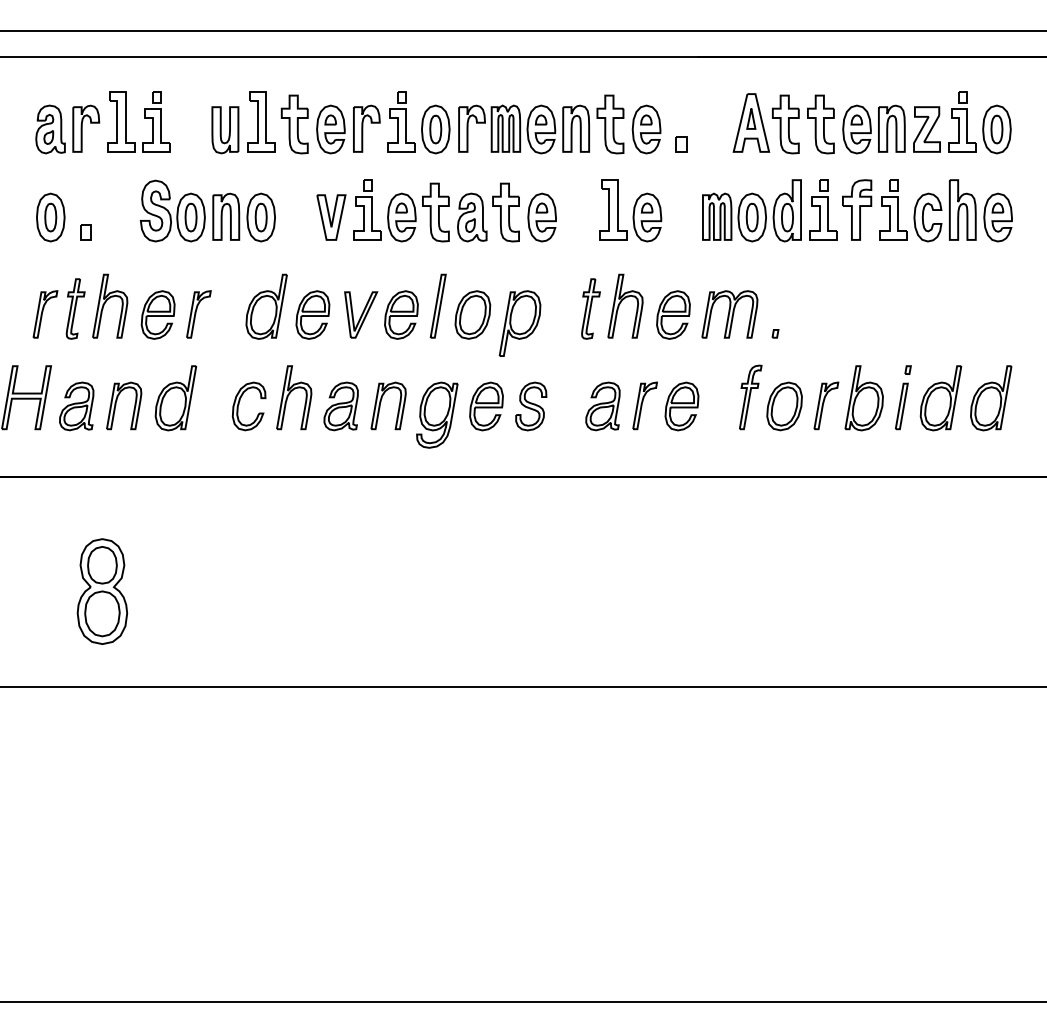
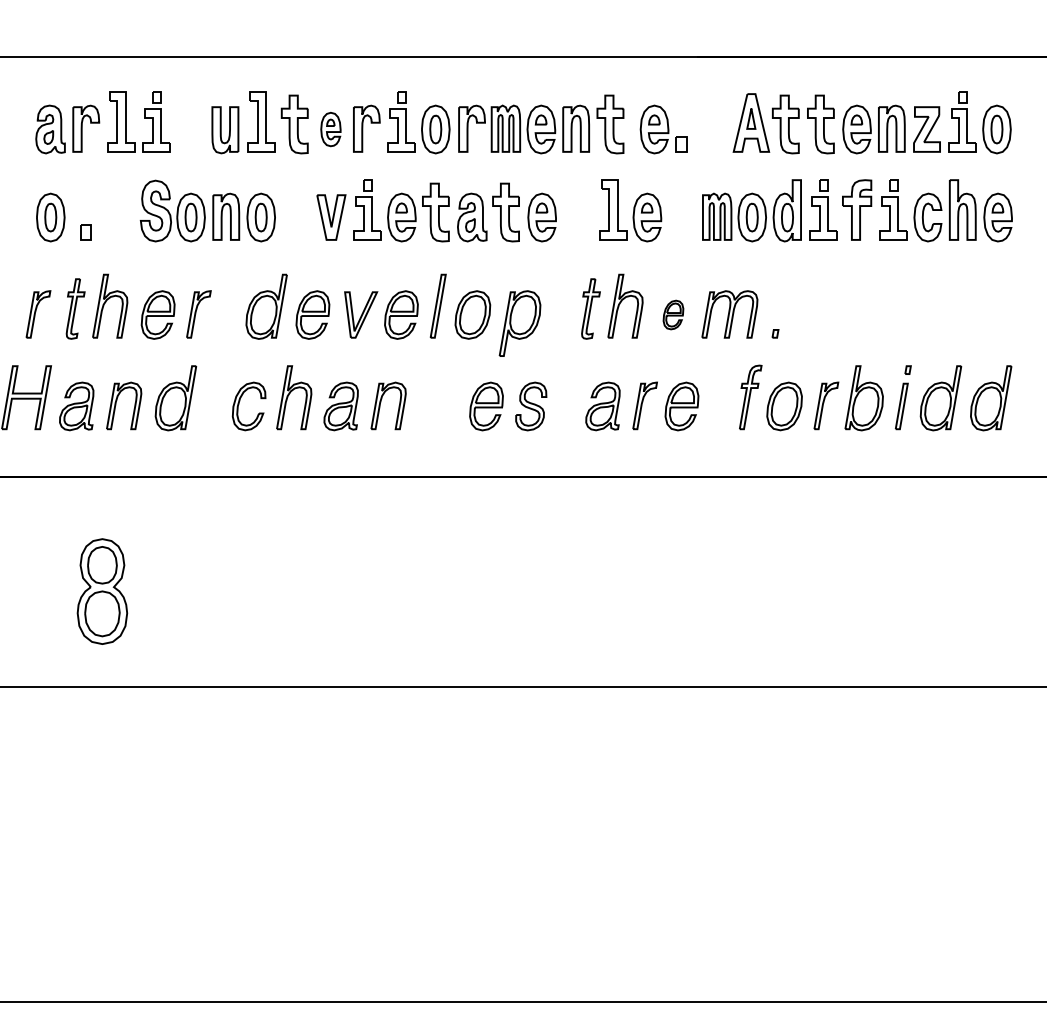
line at (522, 30): present -> none
part at (330, 129) size: 30x51 px -> 22x37 px
part at (646, 129) position: (646, 129) -> (654, 129)
part at (45, 314) position: (45, 314) -> (38, 314)
part at (673, 314) size: 35x50 px -> 23x32 px
part at (437, 414): present -> none
